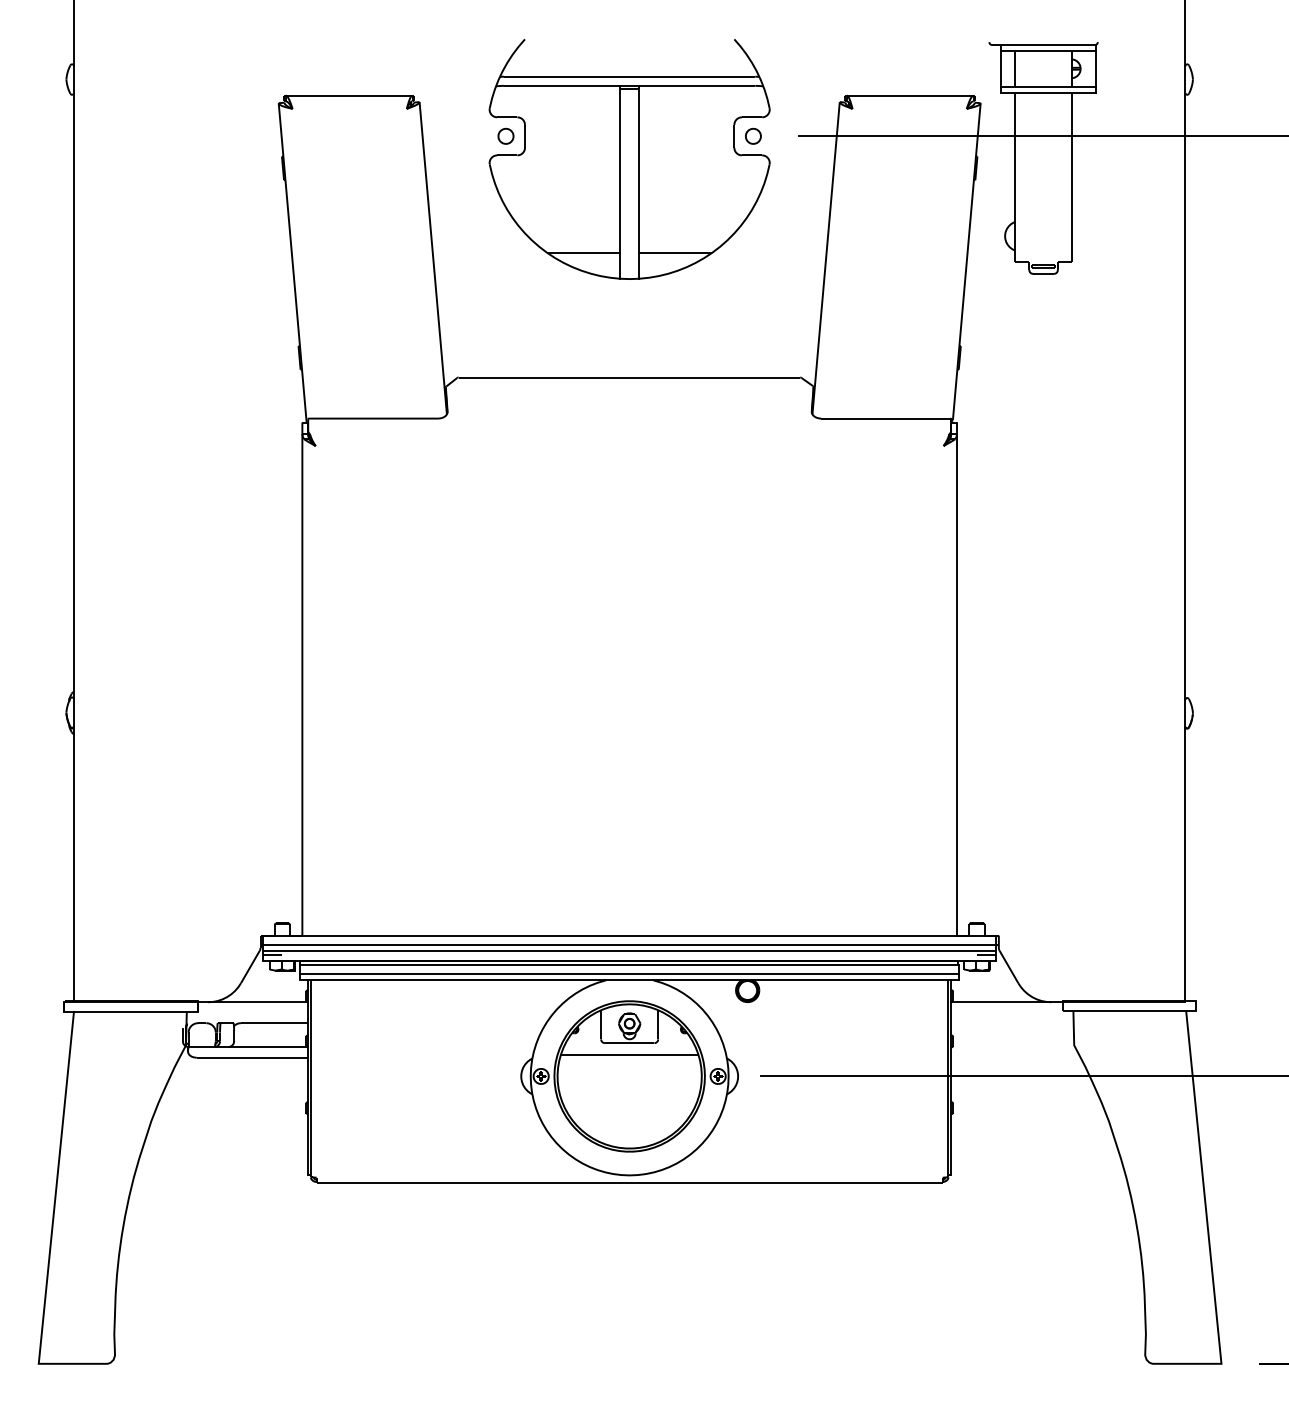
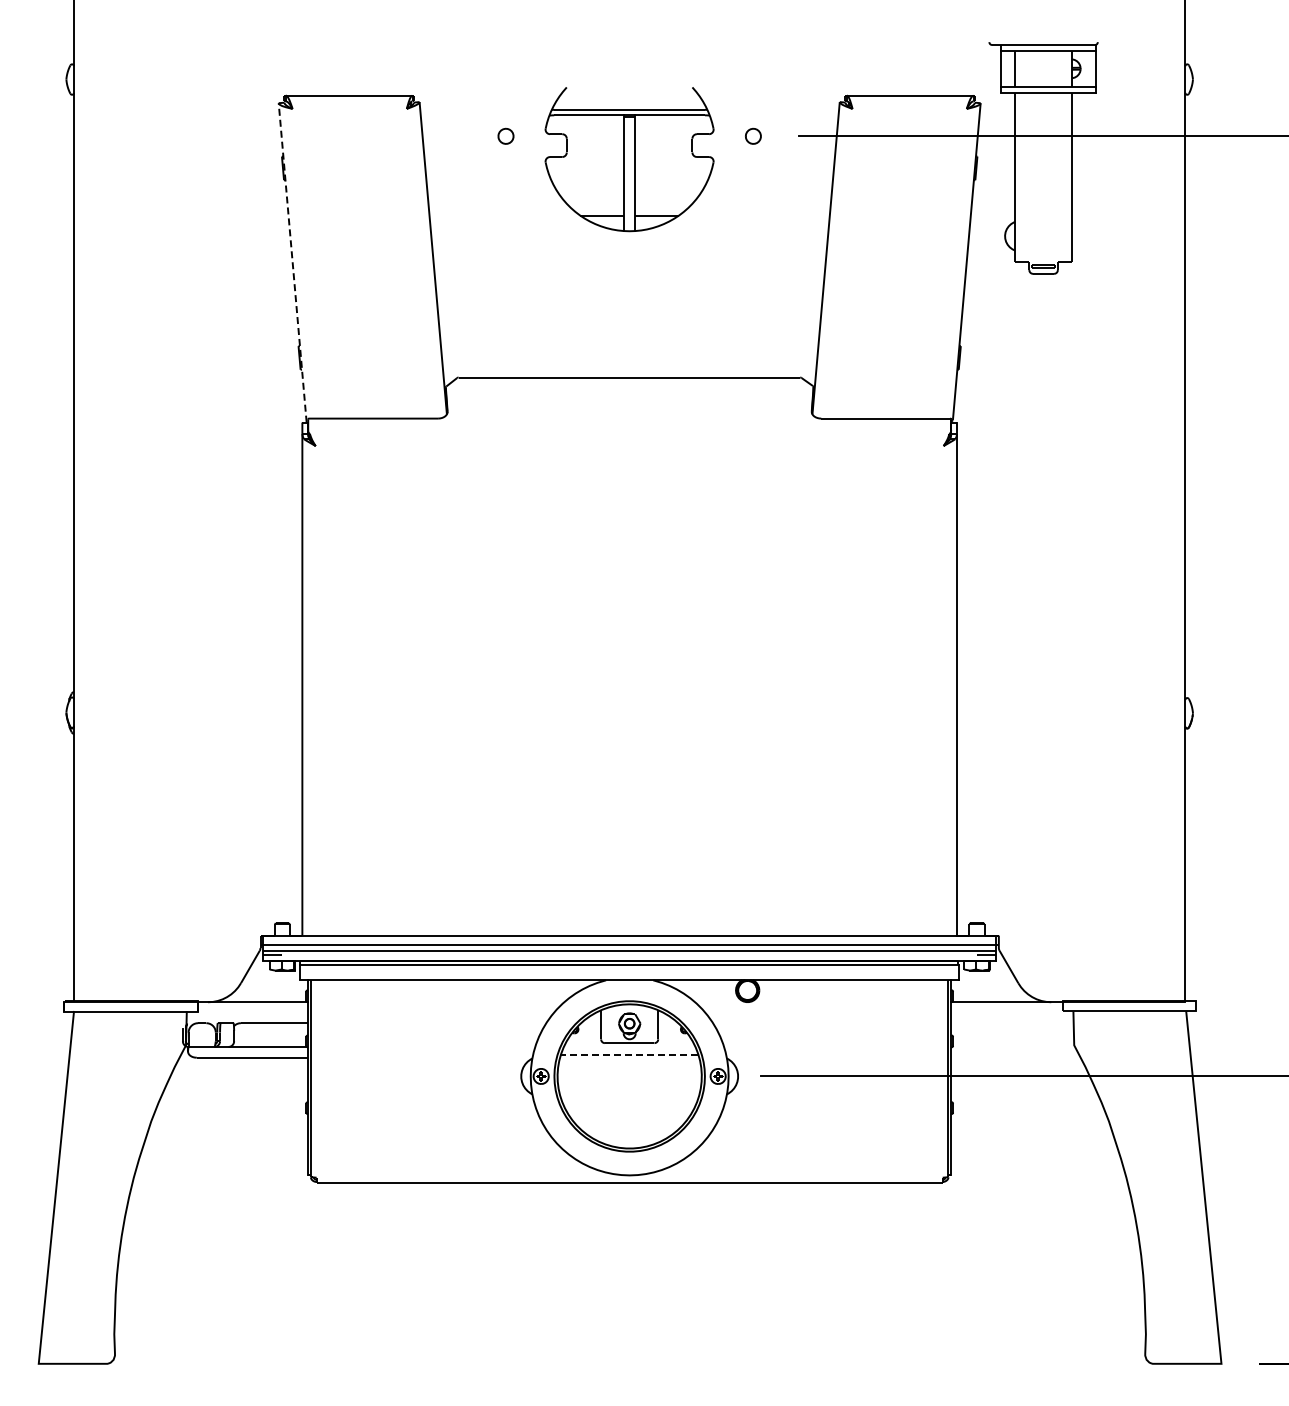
part at (629, 159) size: 283x241 px -> 171x146 px
line at (292, 262): solid -> dashed
line at (629, 974): present -> none
line at (629, 1054): solid -> dashed
